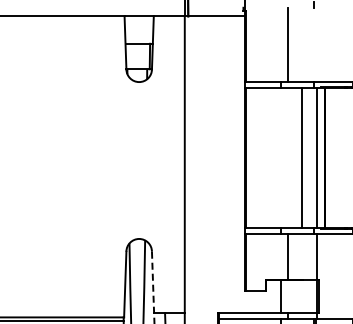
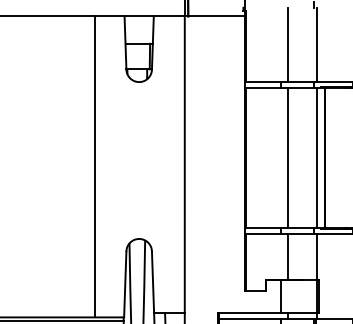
line at (317, 44): none -> present
line at (301, 157) position: (301, 157) -> (287, 157)
line at (95, 166): none -> present
line at (153, 287): dashed -> solid
